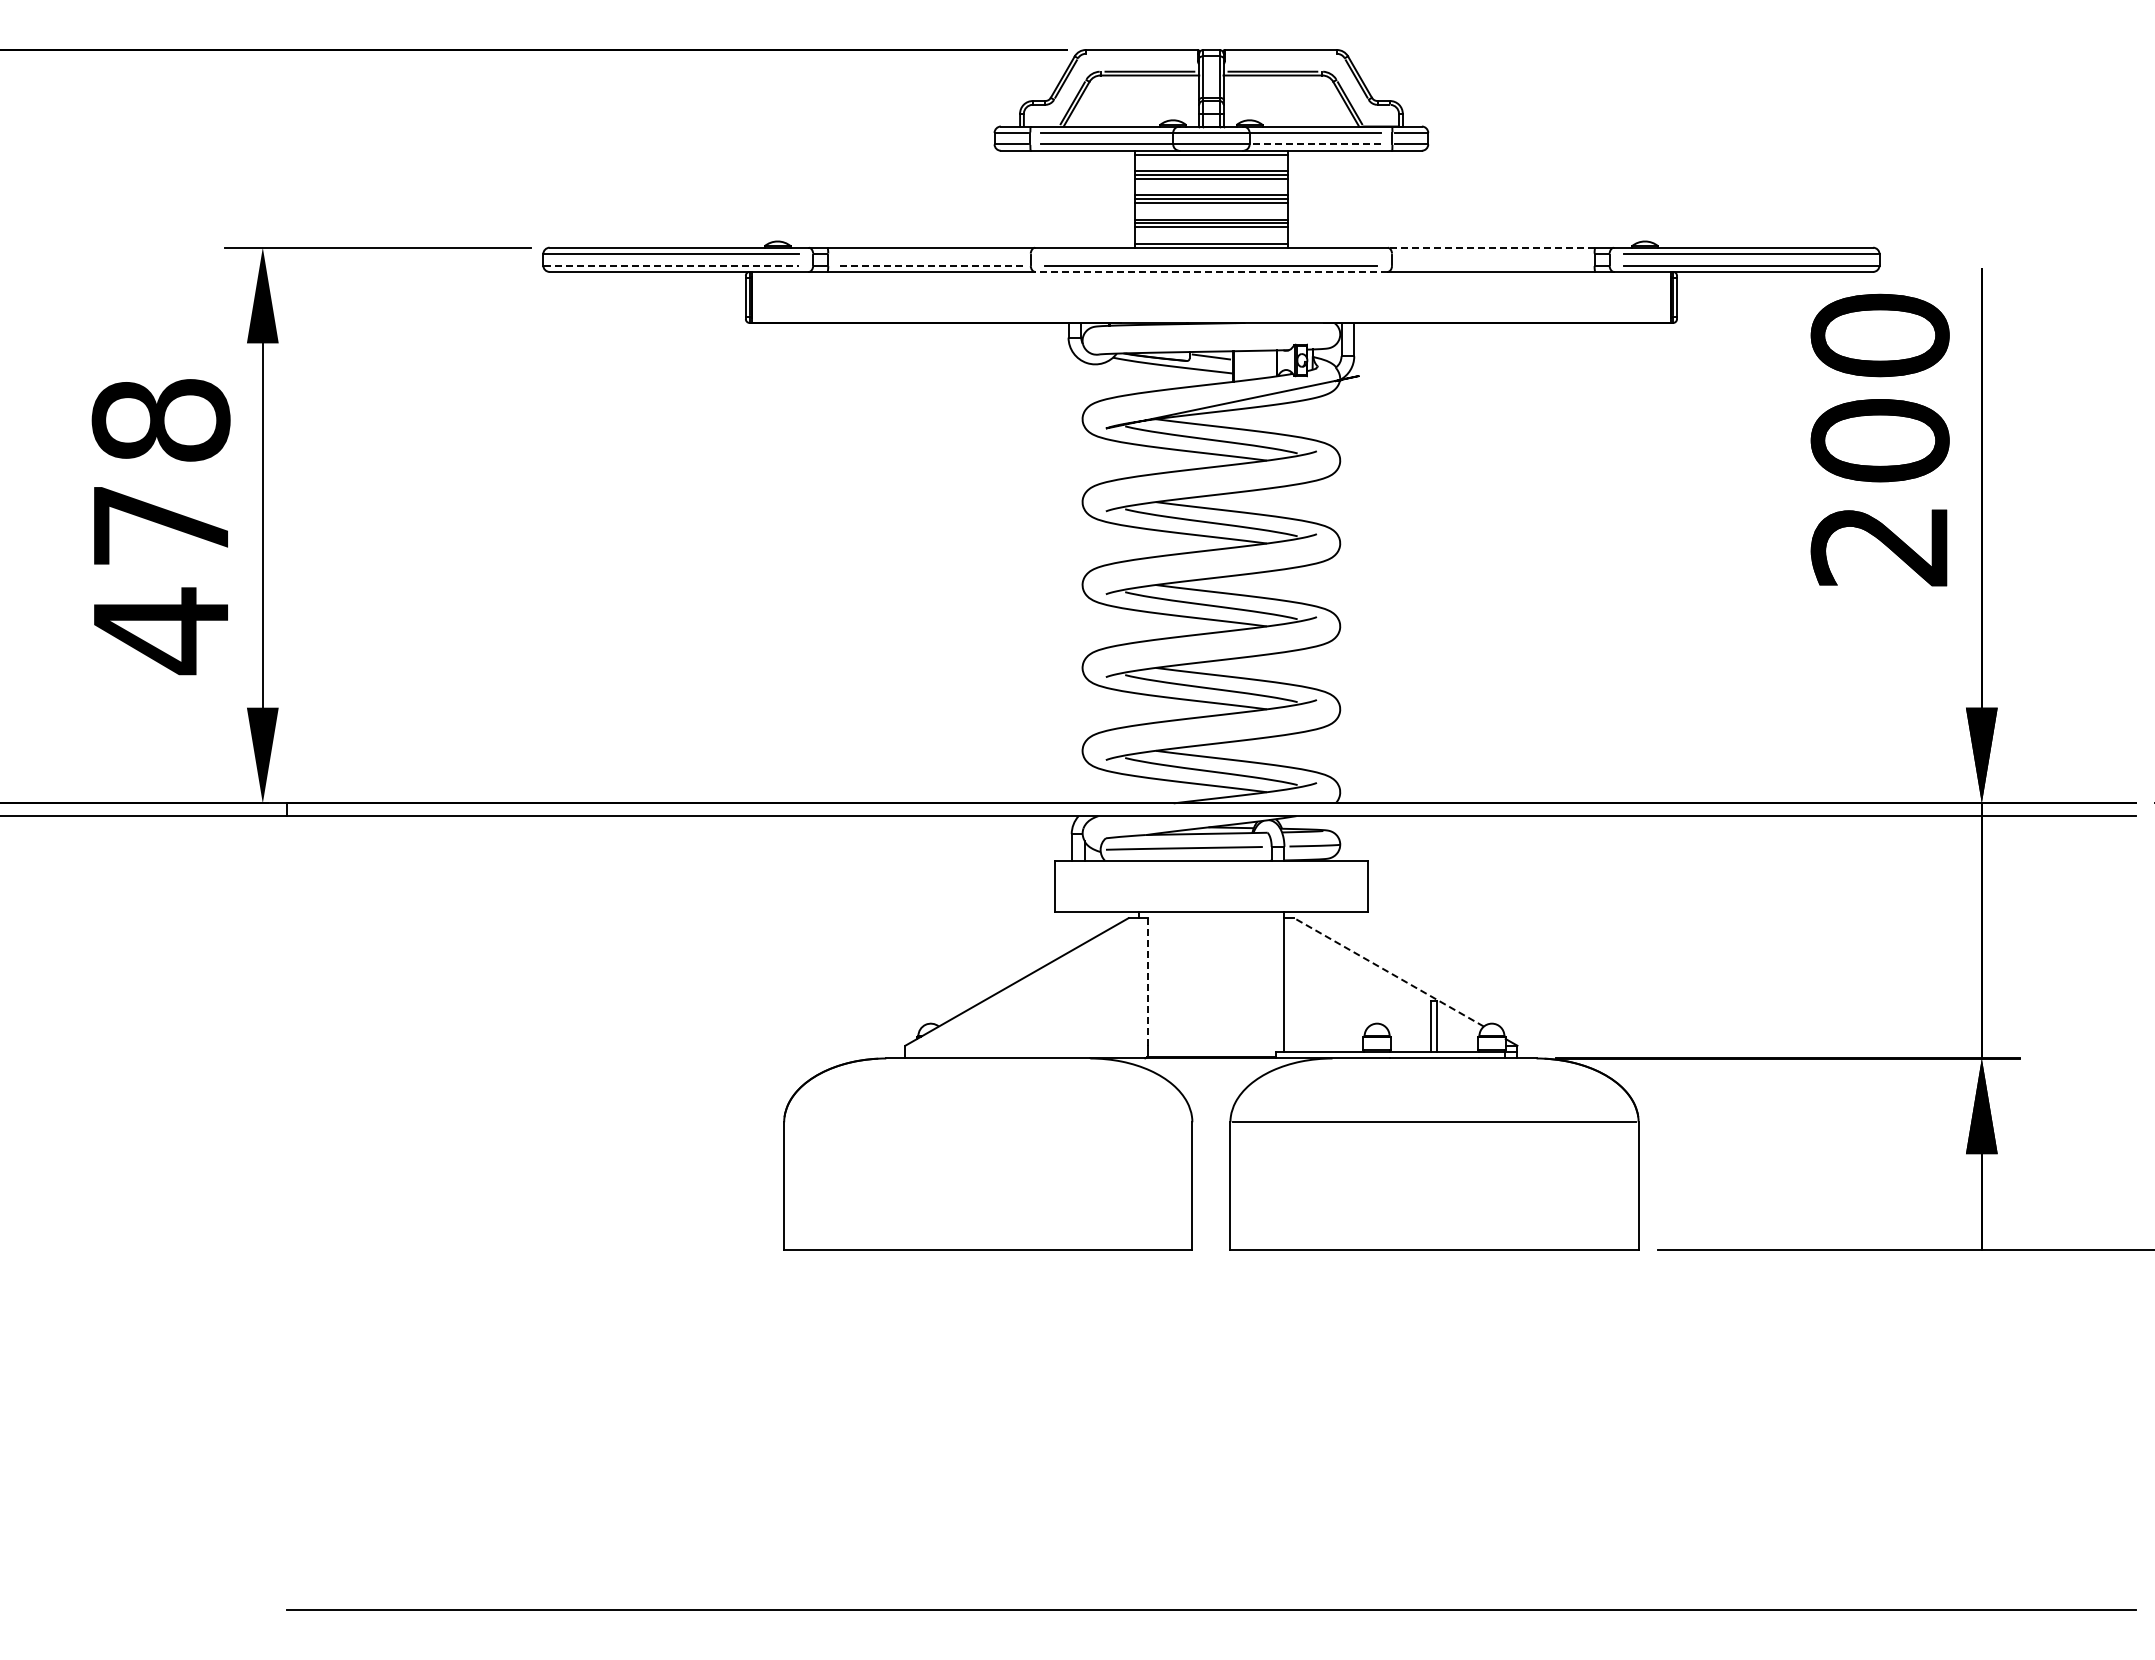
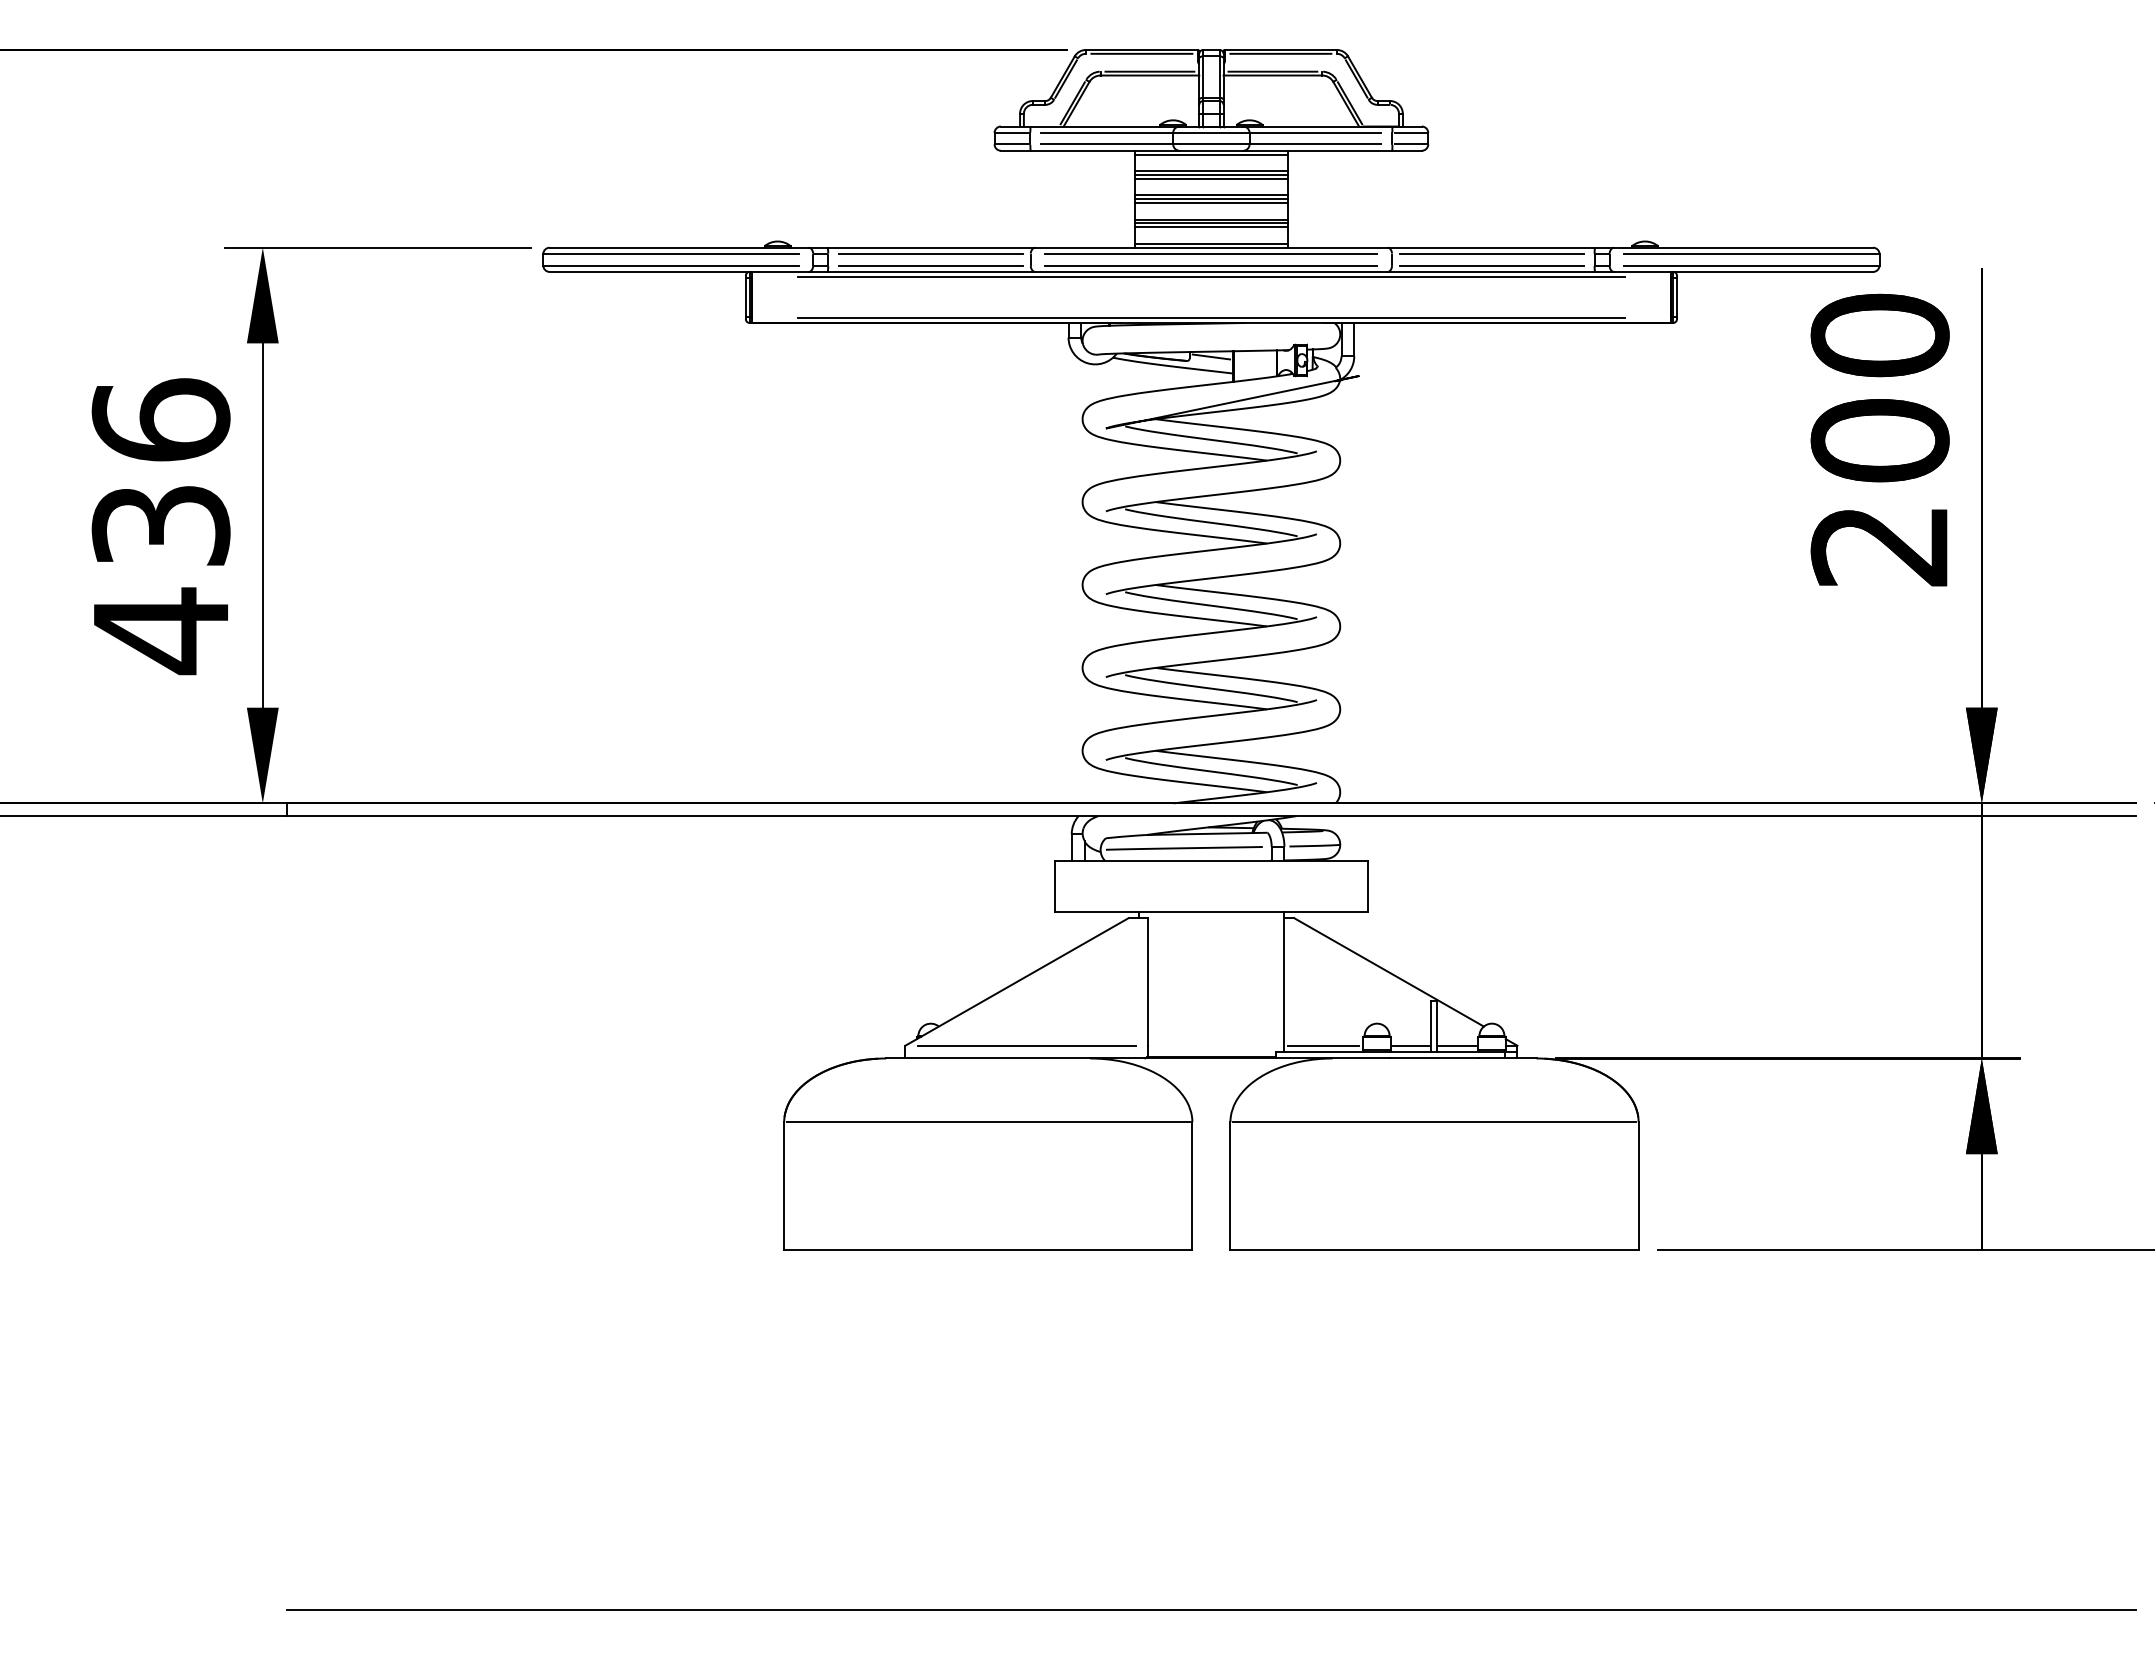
line at (1141, 53): none -> present
line at (1280, 53): none -> present
line at (1315, 144): dashed -> solid
line at (1491, 247): dashed -> solid
line at (930, 254): none -> present
line at (1211, 254): none -> present
line at (1491, 254): none -> present
line at (672, 265): dashed -> solid
line at (931, 265): dashed -> solid
line at (1491, 265): none -> present
line at (1210, 271): dashed -> solid
line at (1211, 277): none -> present
line at (1211, 317): none -> present
text at (160, 471): 478 -> 436
line at (1388, 972): dashed -> solid
line at (1147, 981): dashed -> solid
line at (1026, 1045): none -> present
line at (1323, 1045): none -> present
line at (1410, 1045): none -> present
line at (1457, 1045): none -> present
line at (987, 1122): none -> present
